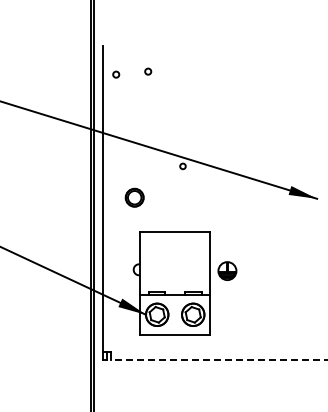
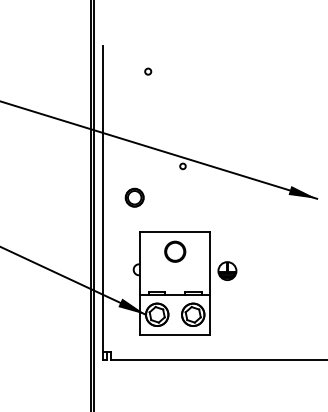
circle at (116, 74): present -> none
circle at (175, 251): none -> present
line at (218, 359): dashed -> solid
